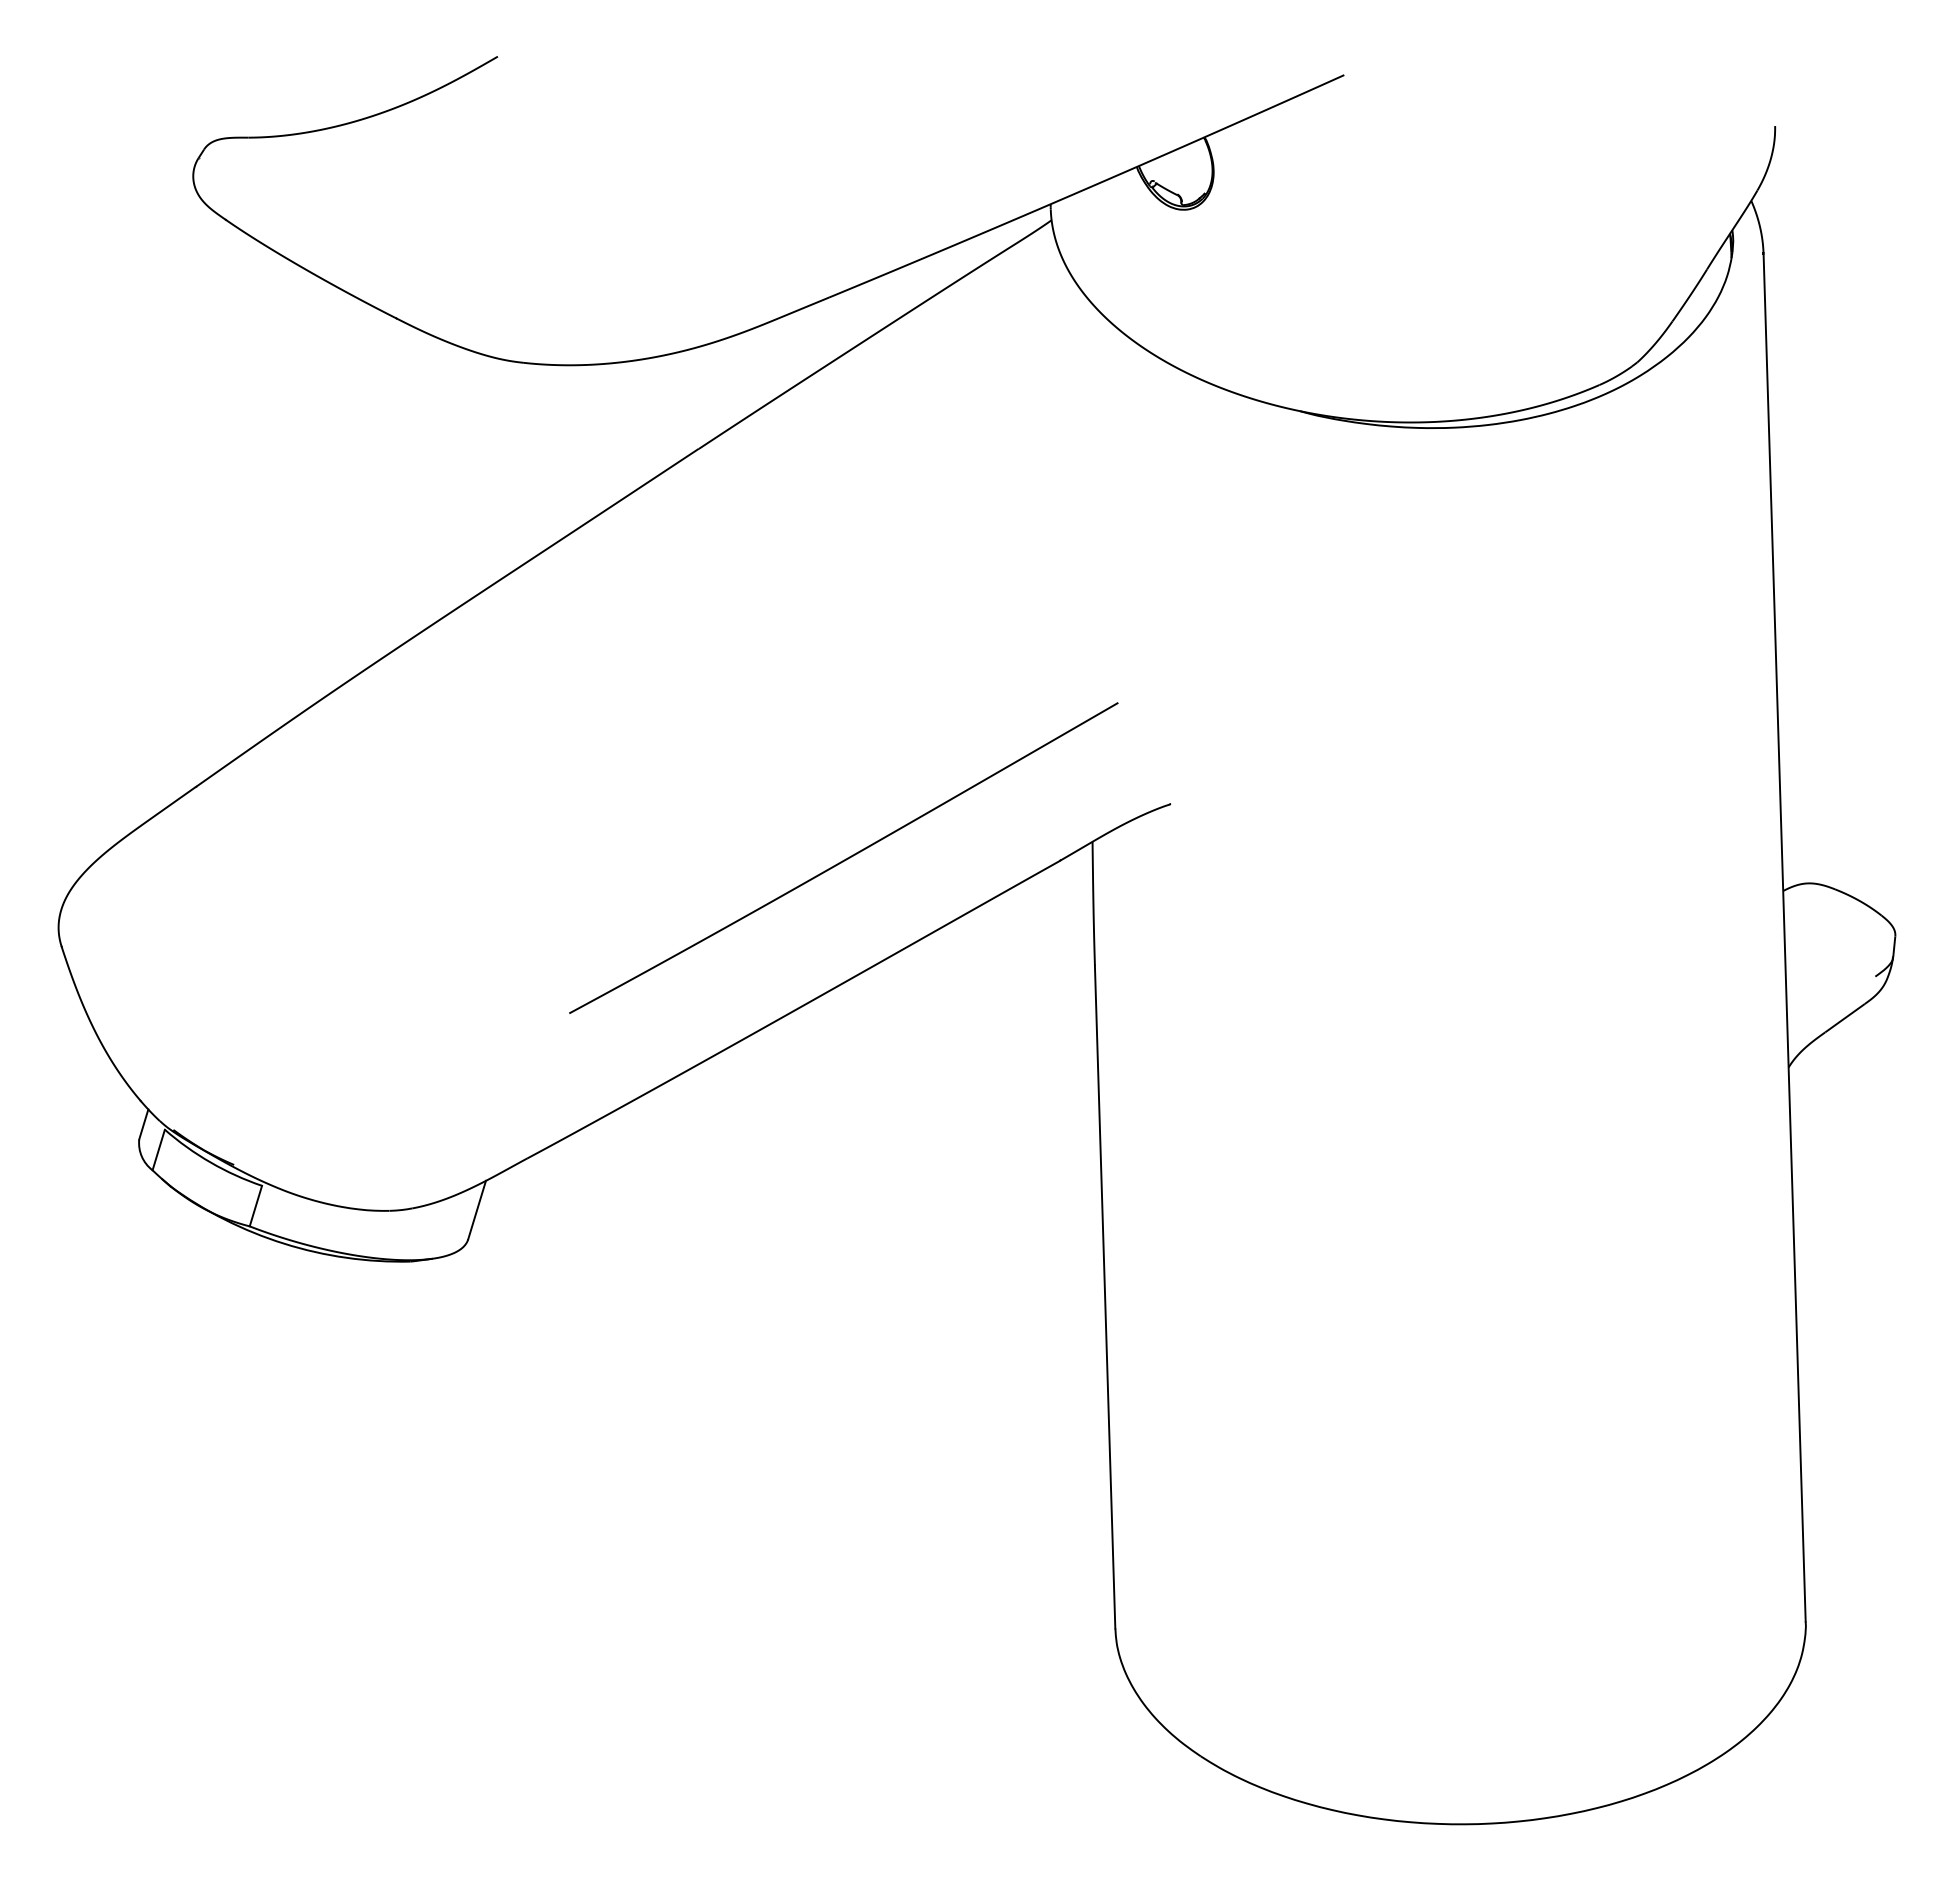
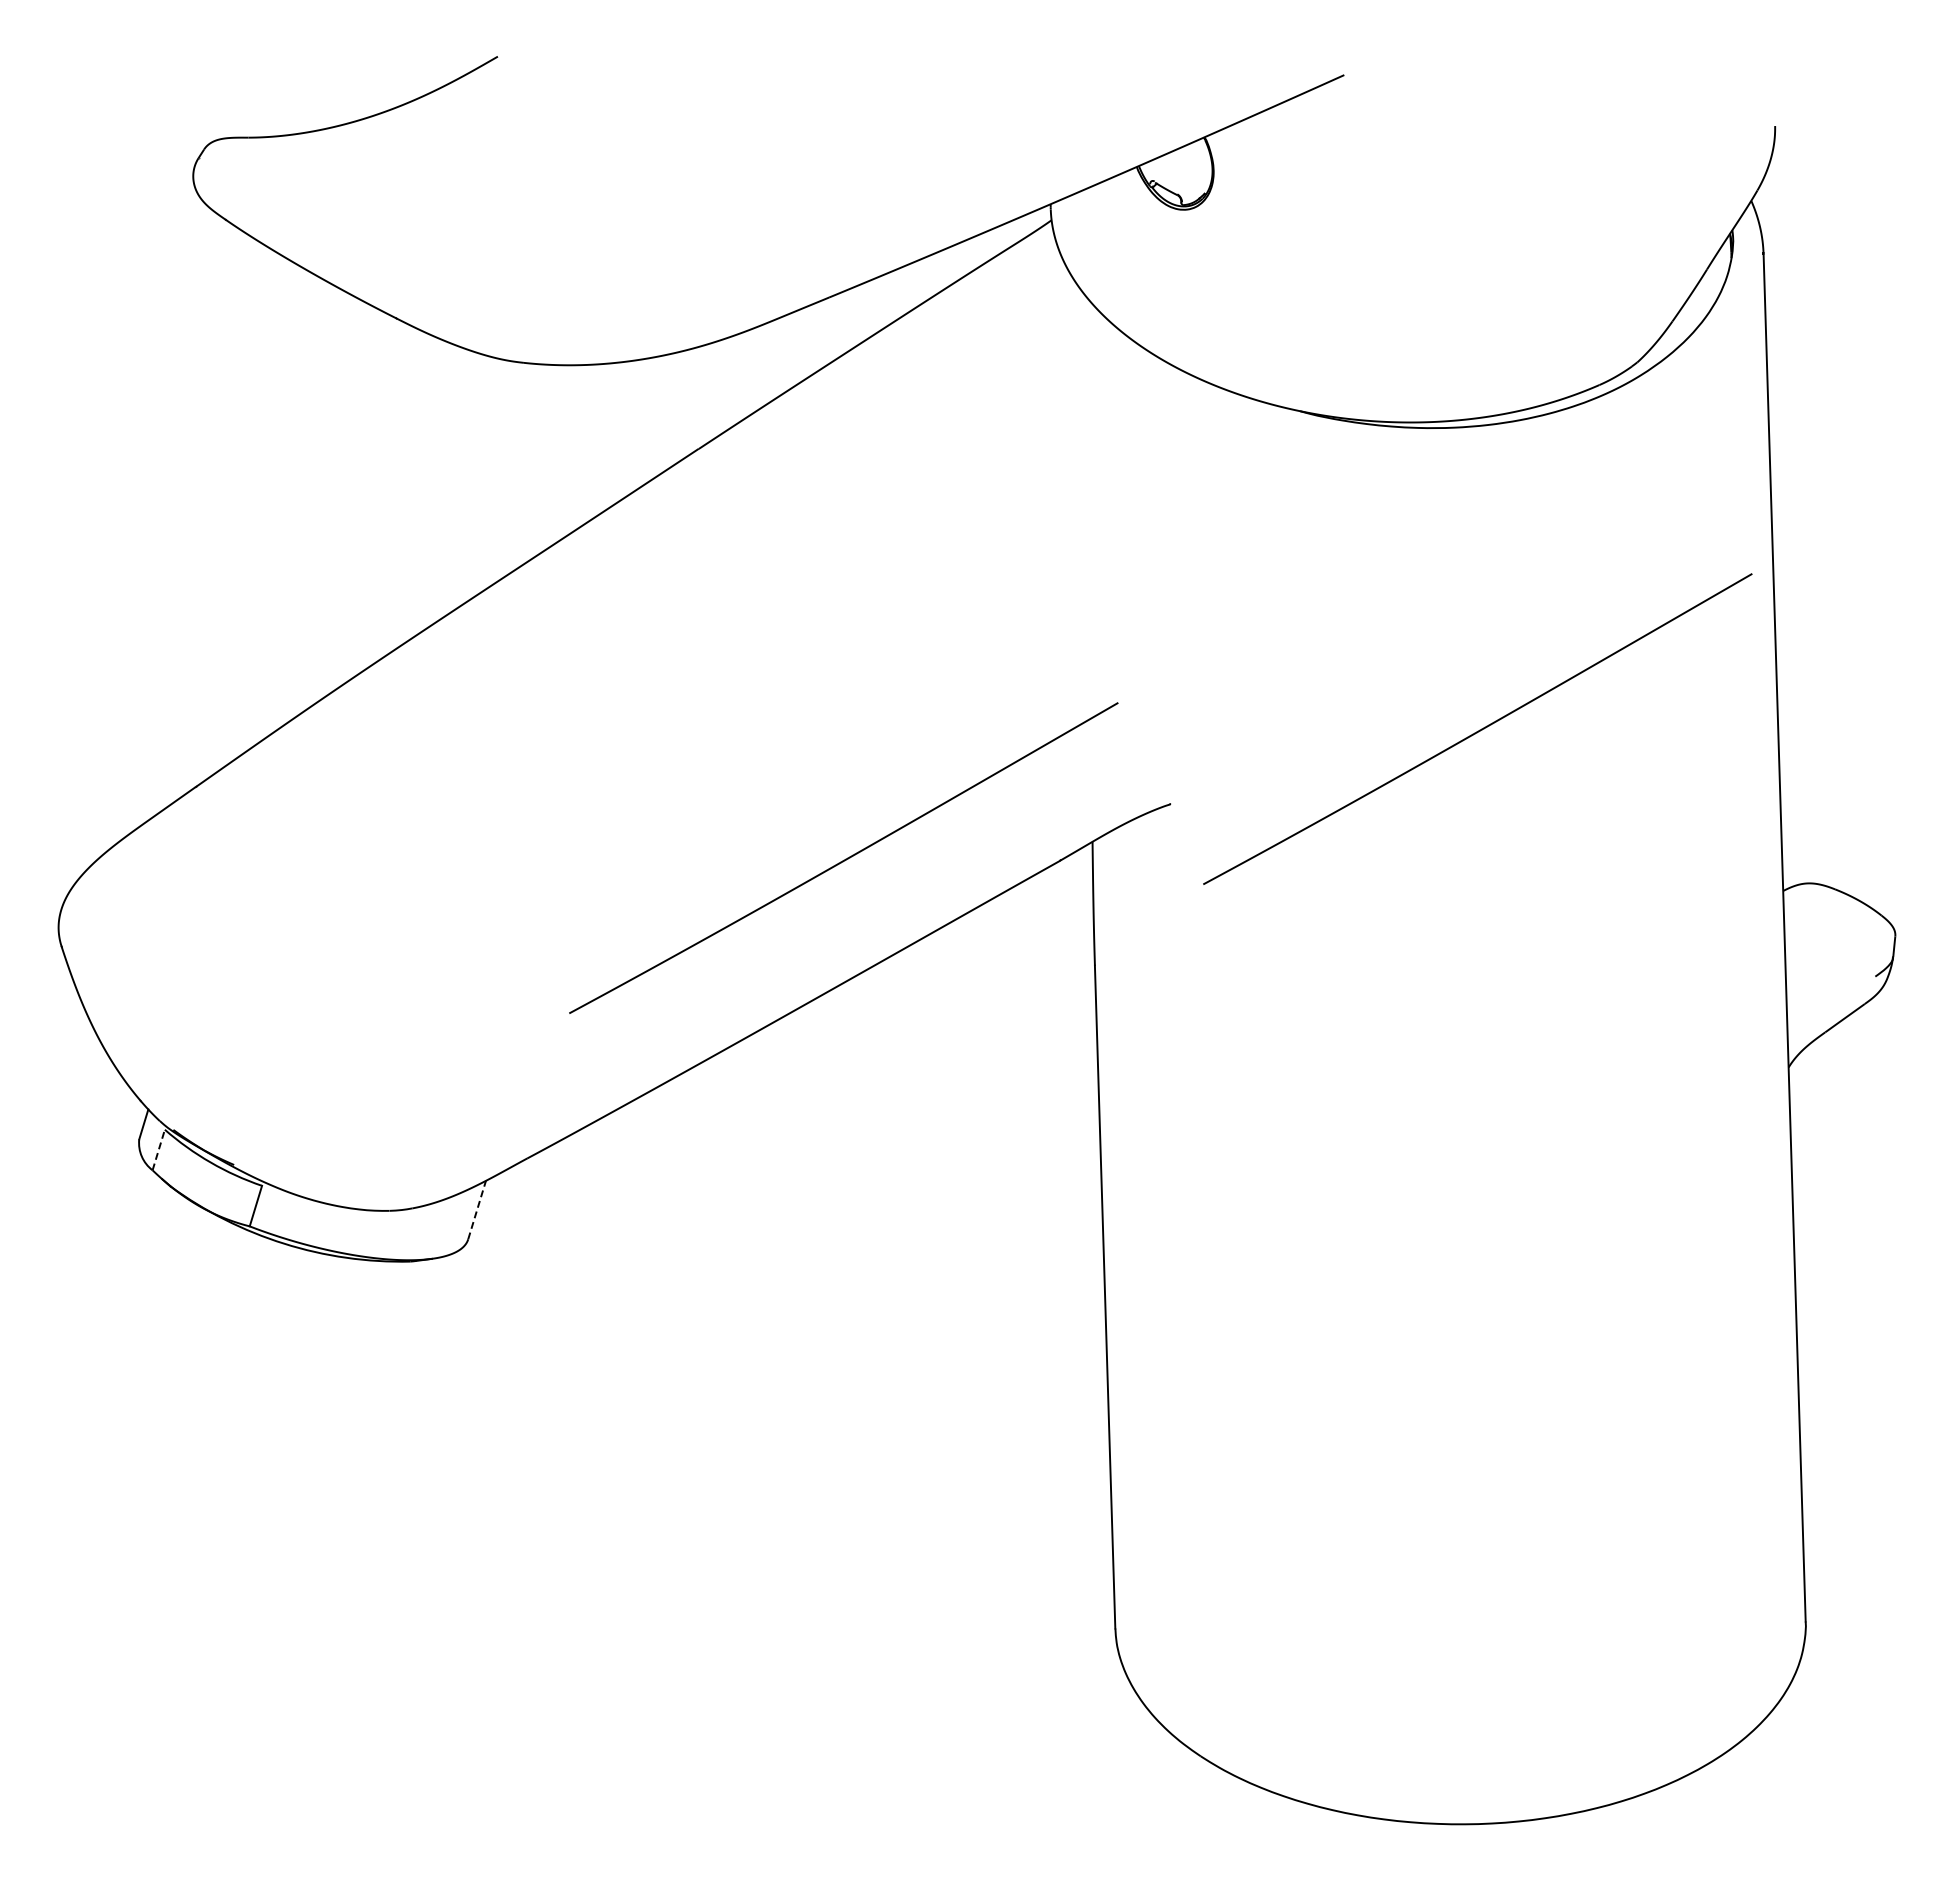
curve at (1479, 729): none -> present
line at (158, 1149): solid -> dashed
line at (477, 1210): solid -> dashed
